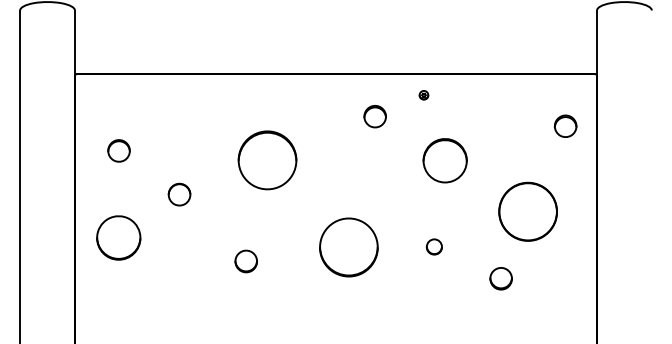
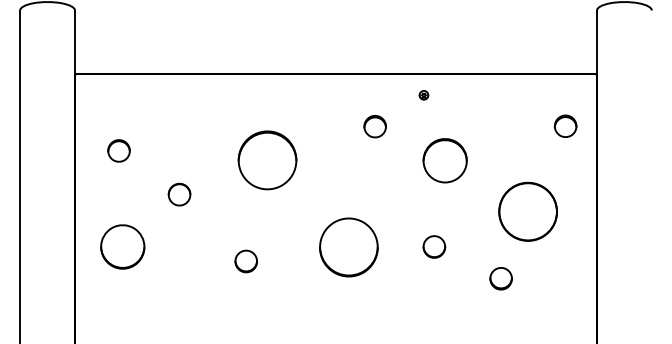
part at (374, 116) position: (374, 116) -> (374, 126)
part at (118, 237) position: (118, 237) -> (122, 246)
part at (433, 246) size: 18x18 px -> 25x24 px
